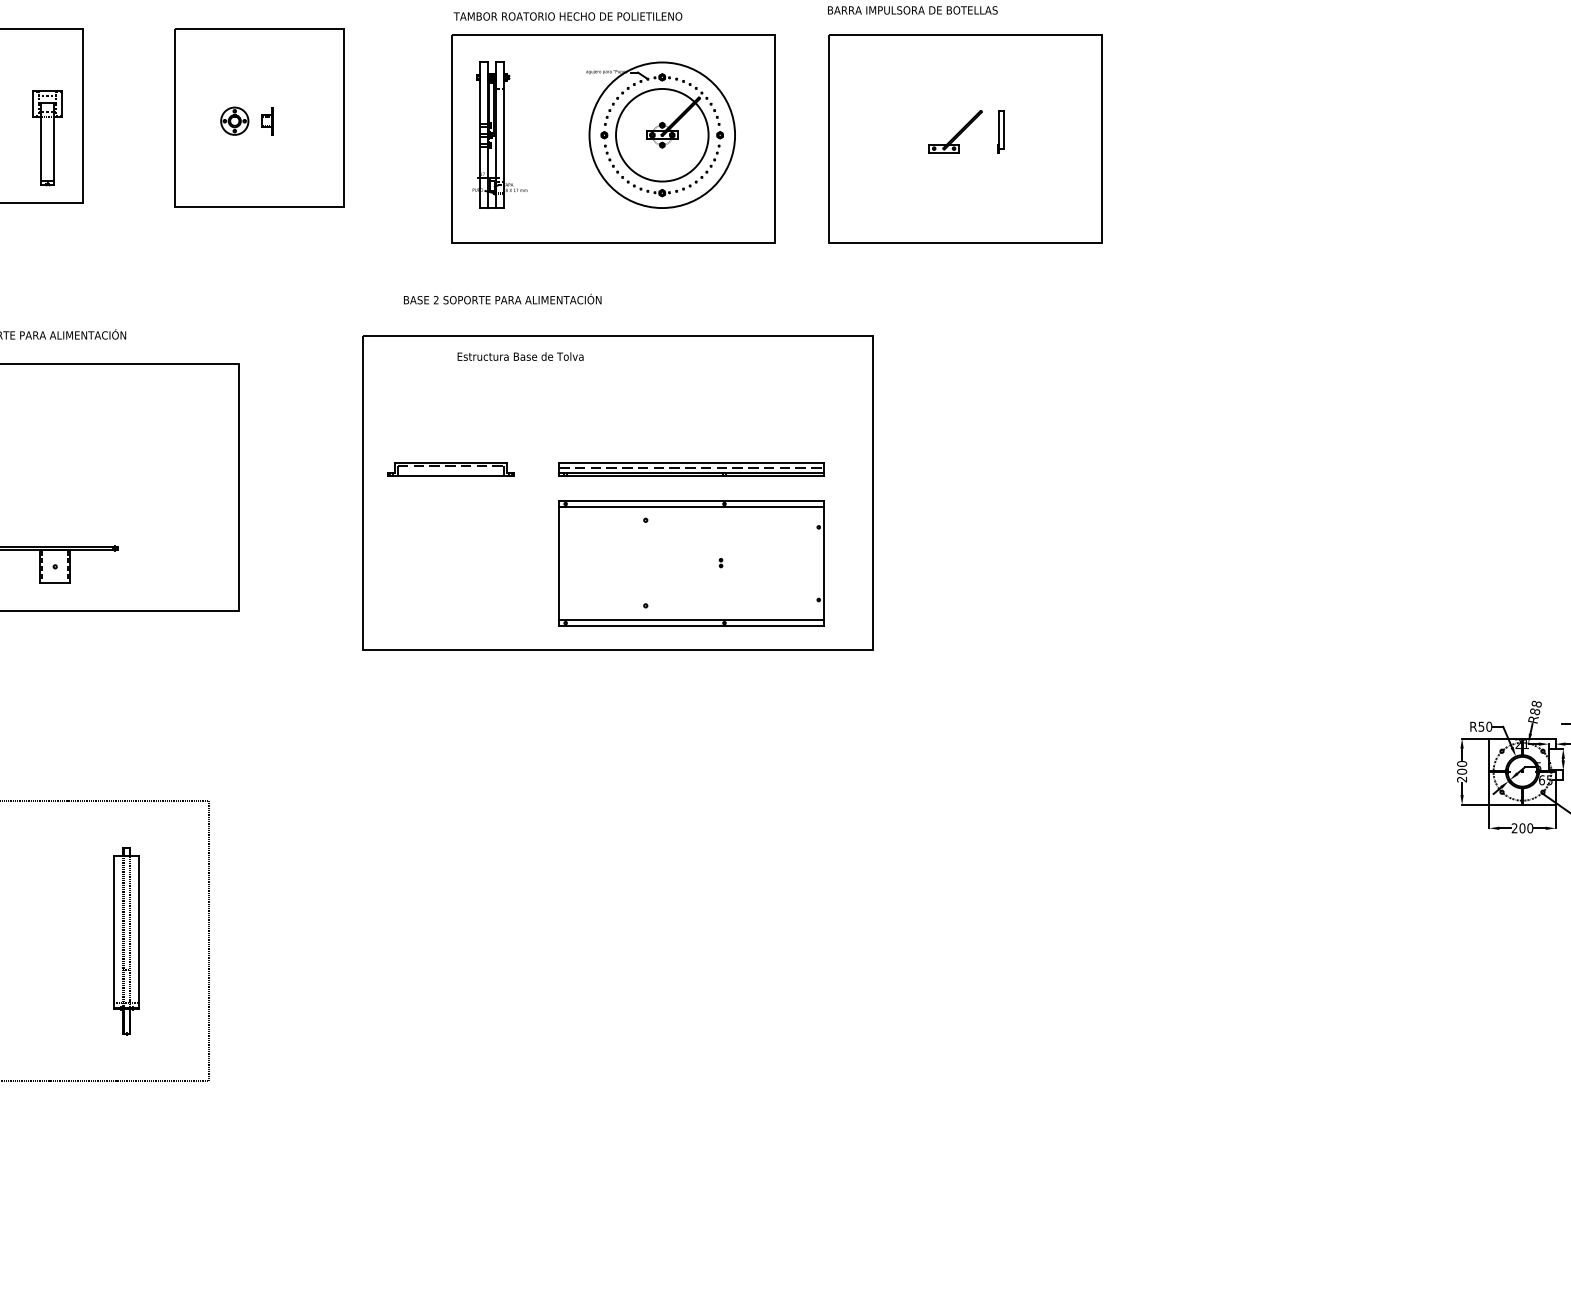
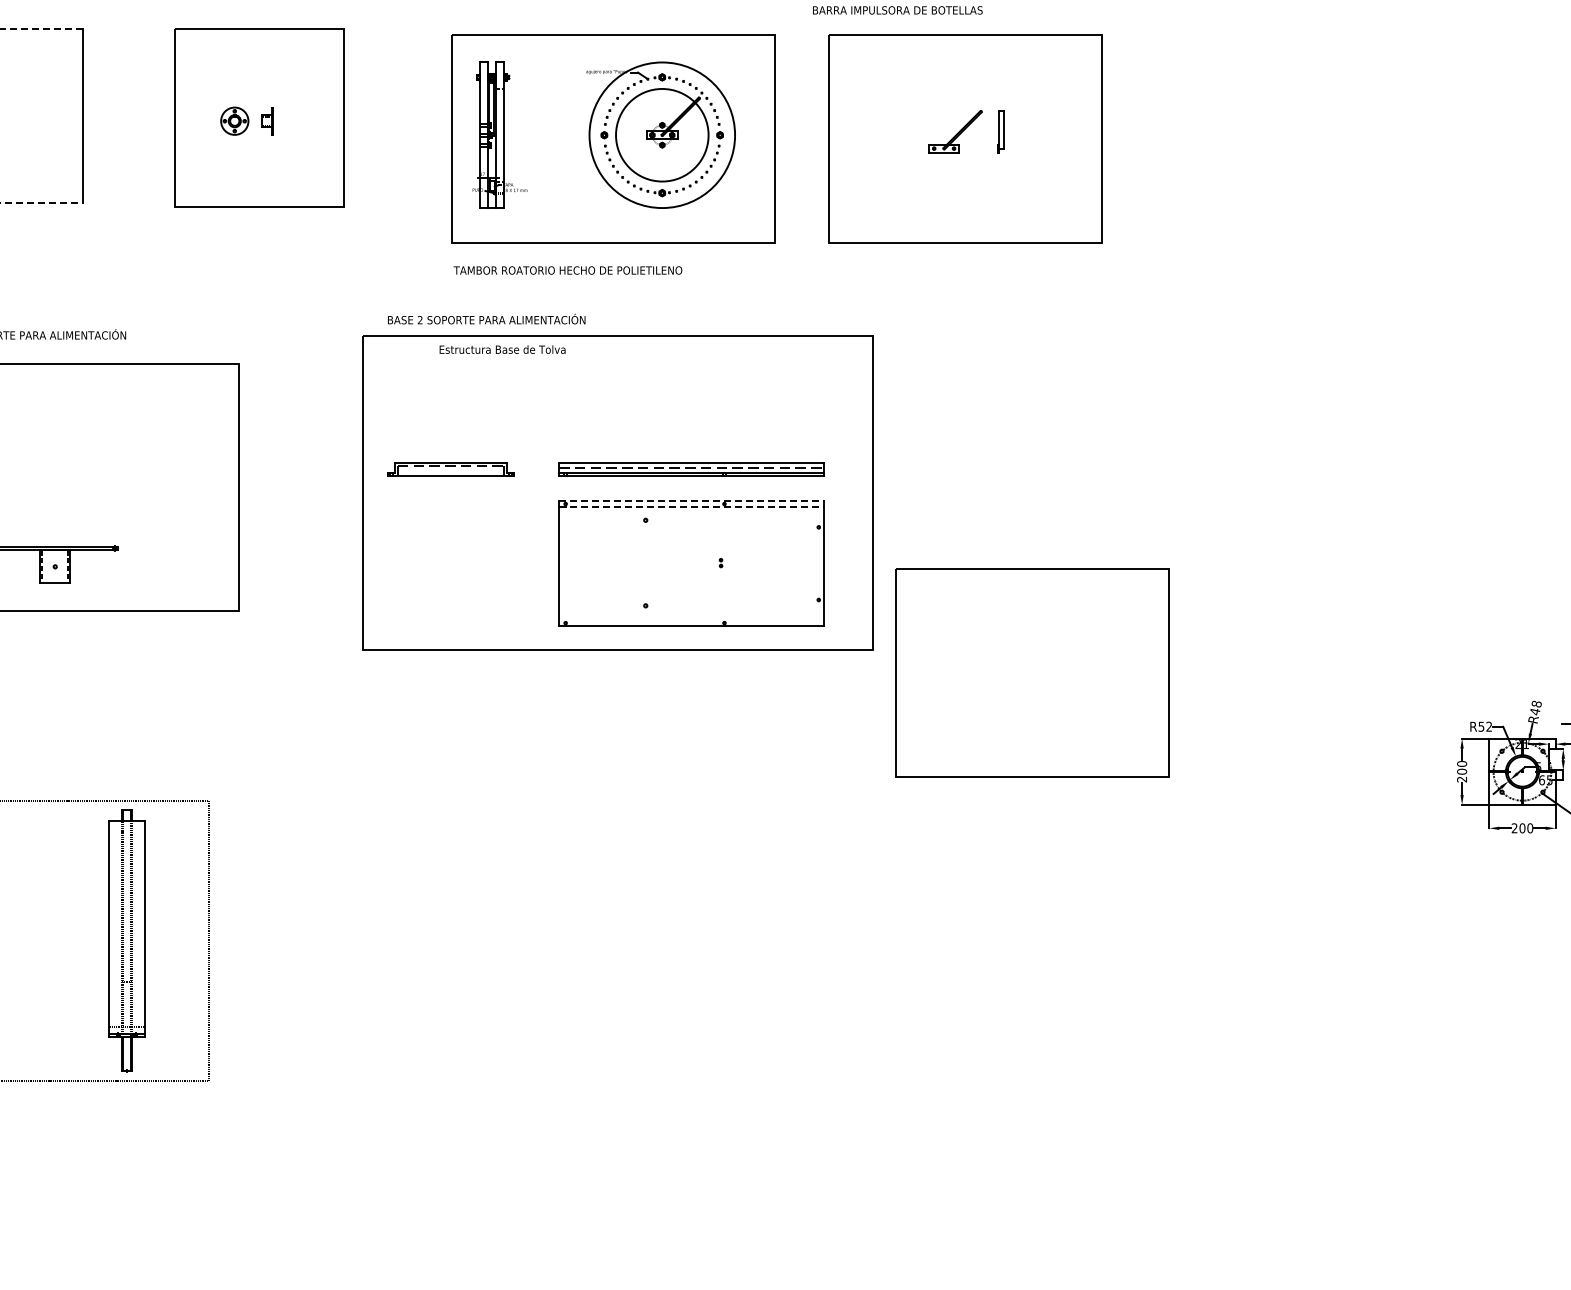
text at (912, 10) position: (912, 10) -> (897, 10)
text at (567, 16) position: (567, 16) -> (567, 270)
line at (41, 28): solid -> dashed
part at (47, 138): present -> none
line at (41, 203): solid -> dashed
text at (502, 298) position: (502, 298) -> (486, 318)
text at (520, 356) position: (520, 356) -> (502, 349)
line at (691, 500): solid -> dashed
line at (691, 507): solid -> dashed
line at (691, 619): present -> none
part at (1032, 672): none -> present
text at (1535, 711): R88 -> R48
text at (1489, 726): R50 -> R52
part at (126, 941) size: 27x189 px -> 38x264 px
